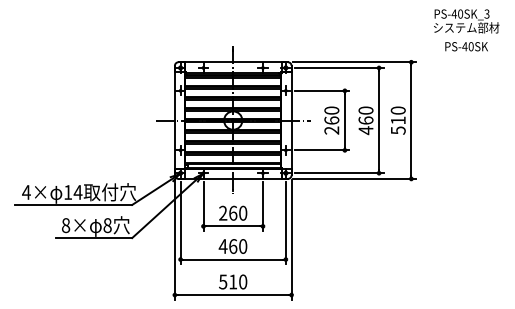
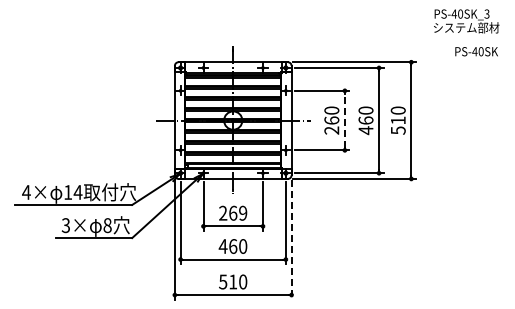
text at (466, 46) position: (466, 46) -> (476, 51)
line at (344, 120): solid -> dashed
text at (243, 213): 260 -> 269
text at (65, 225): 8× -> 3×
line at (291, 239): solid -> dashed
